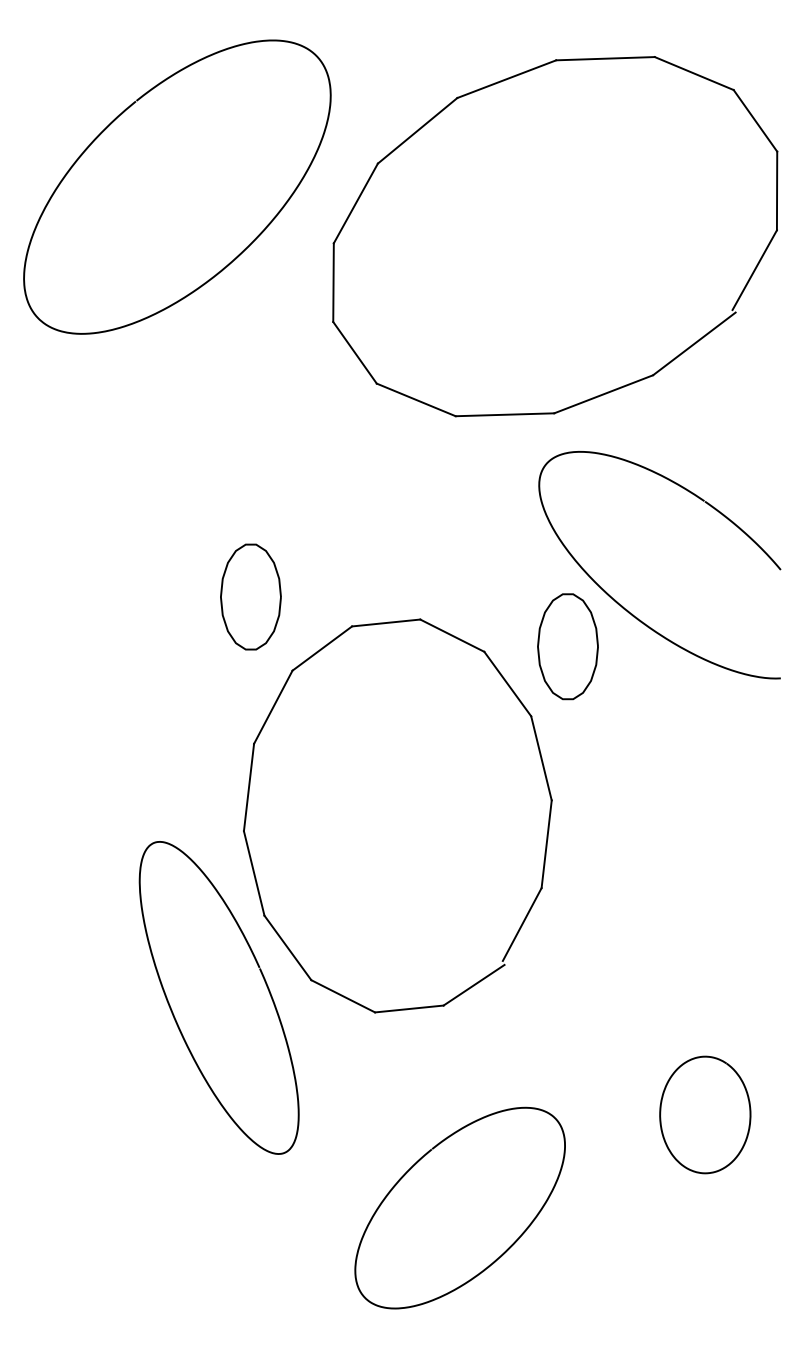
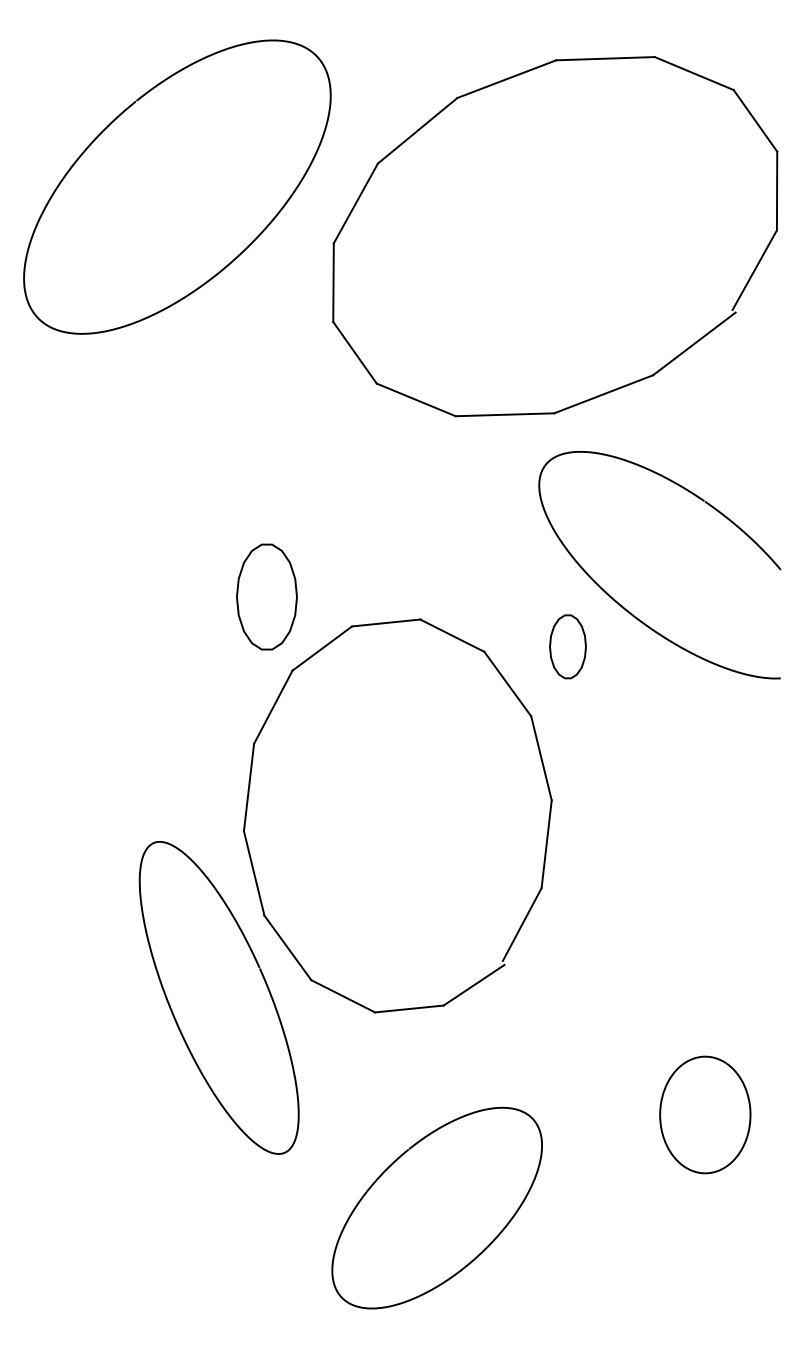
part at (250, 596) position: (250, 596) -> (266, 596)
part at (567, 646) size: 62x108 px -> 38x66 px
curve at (416, 1164) position: (416, 1164) -> (393, 1164)
